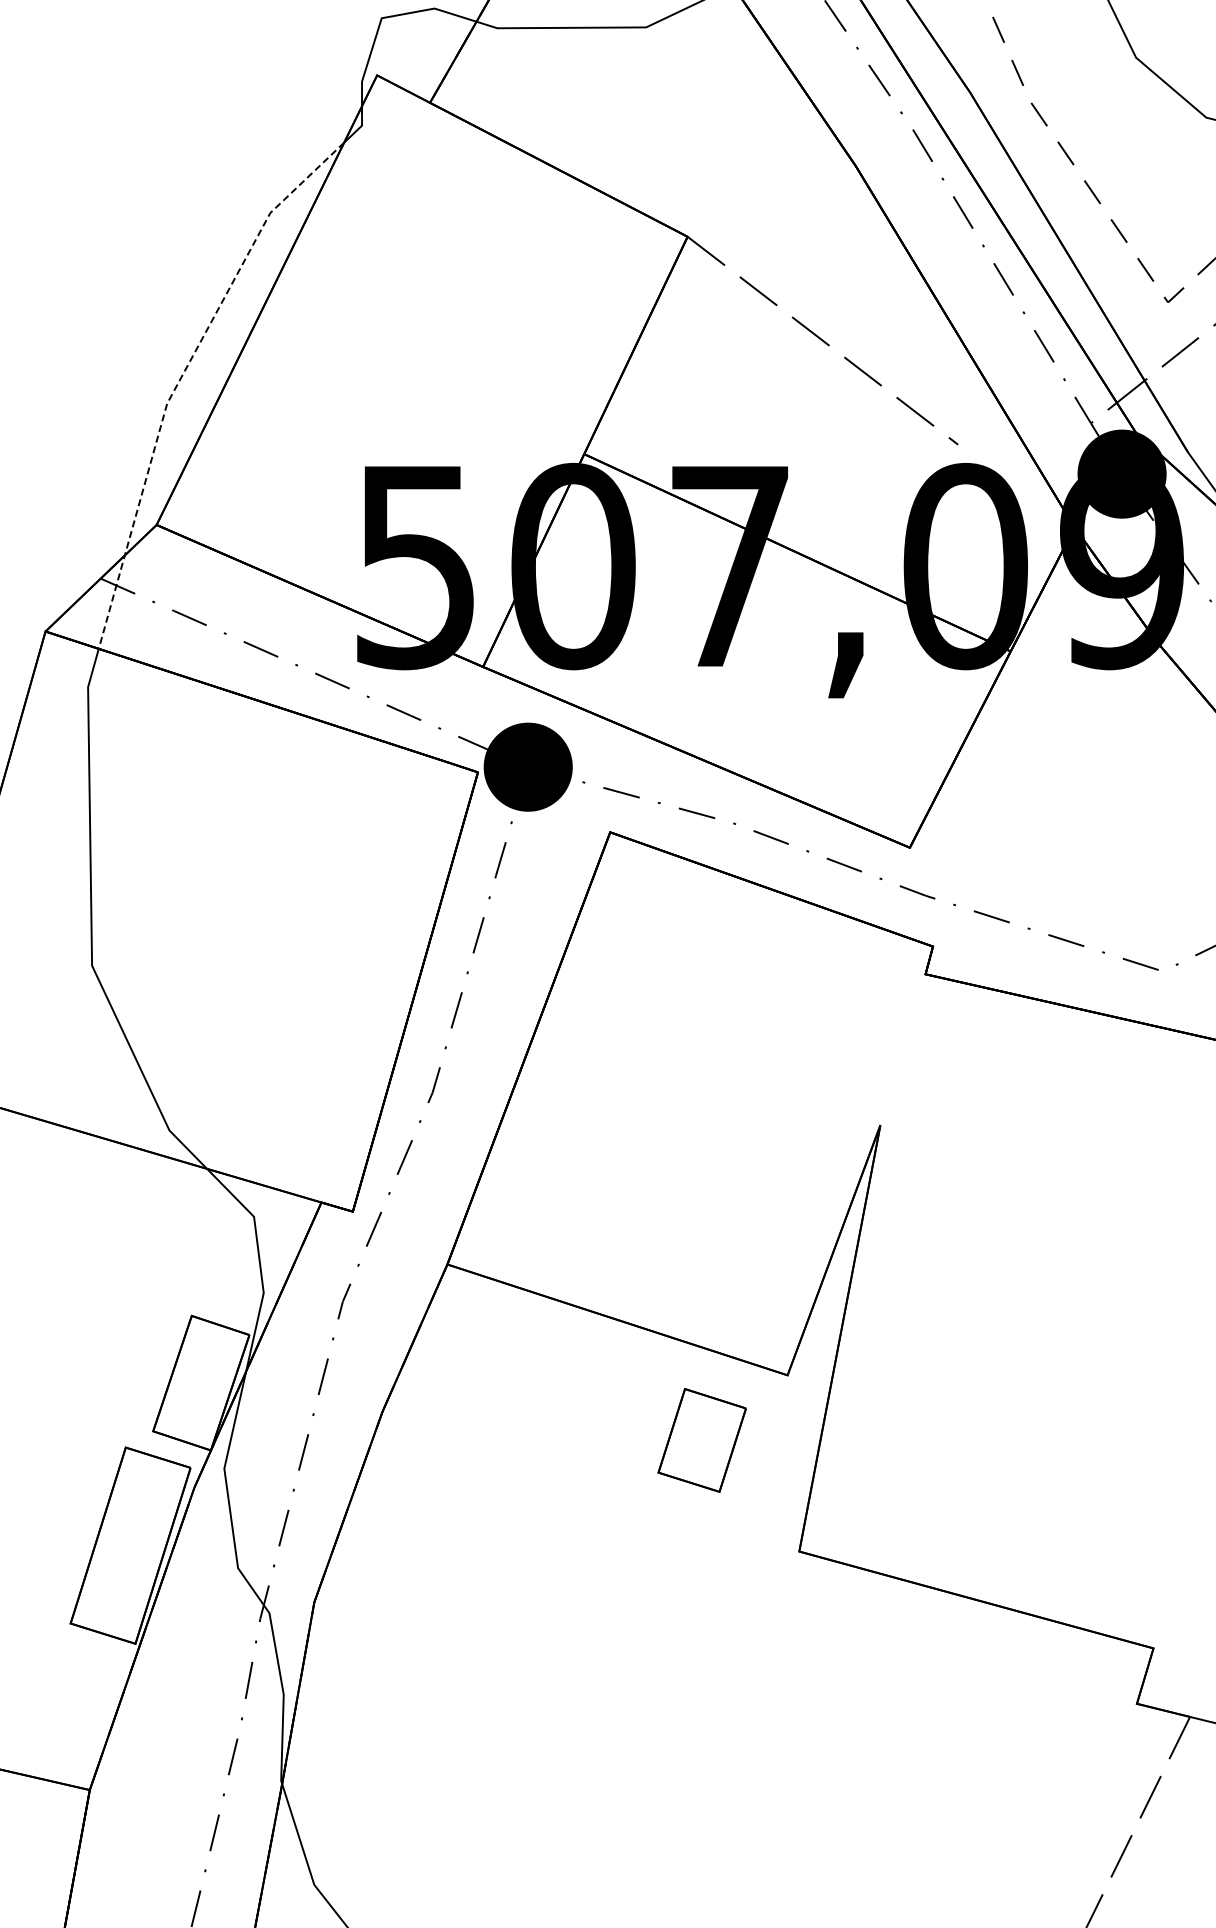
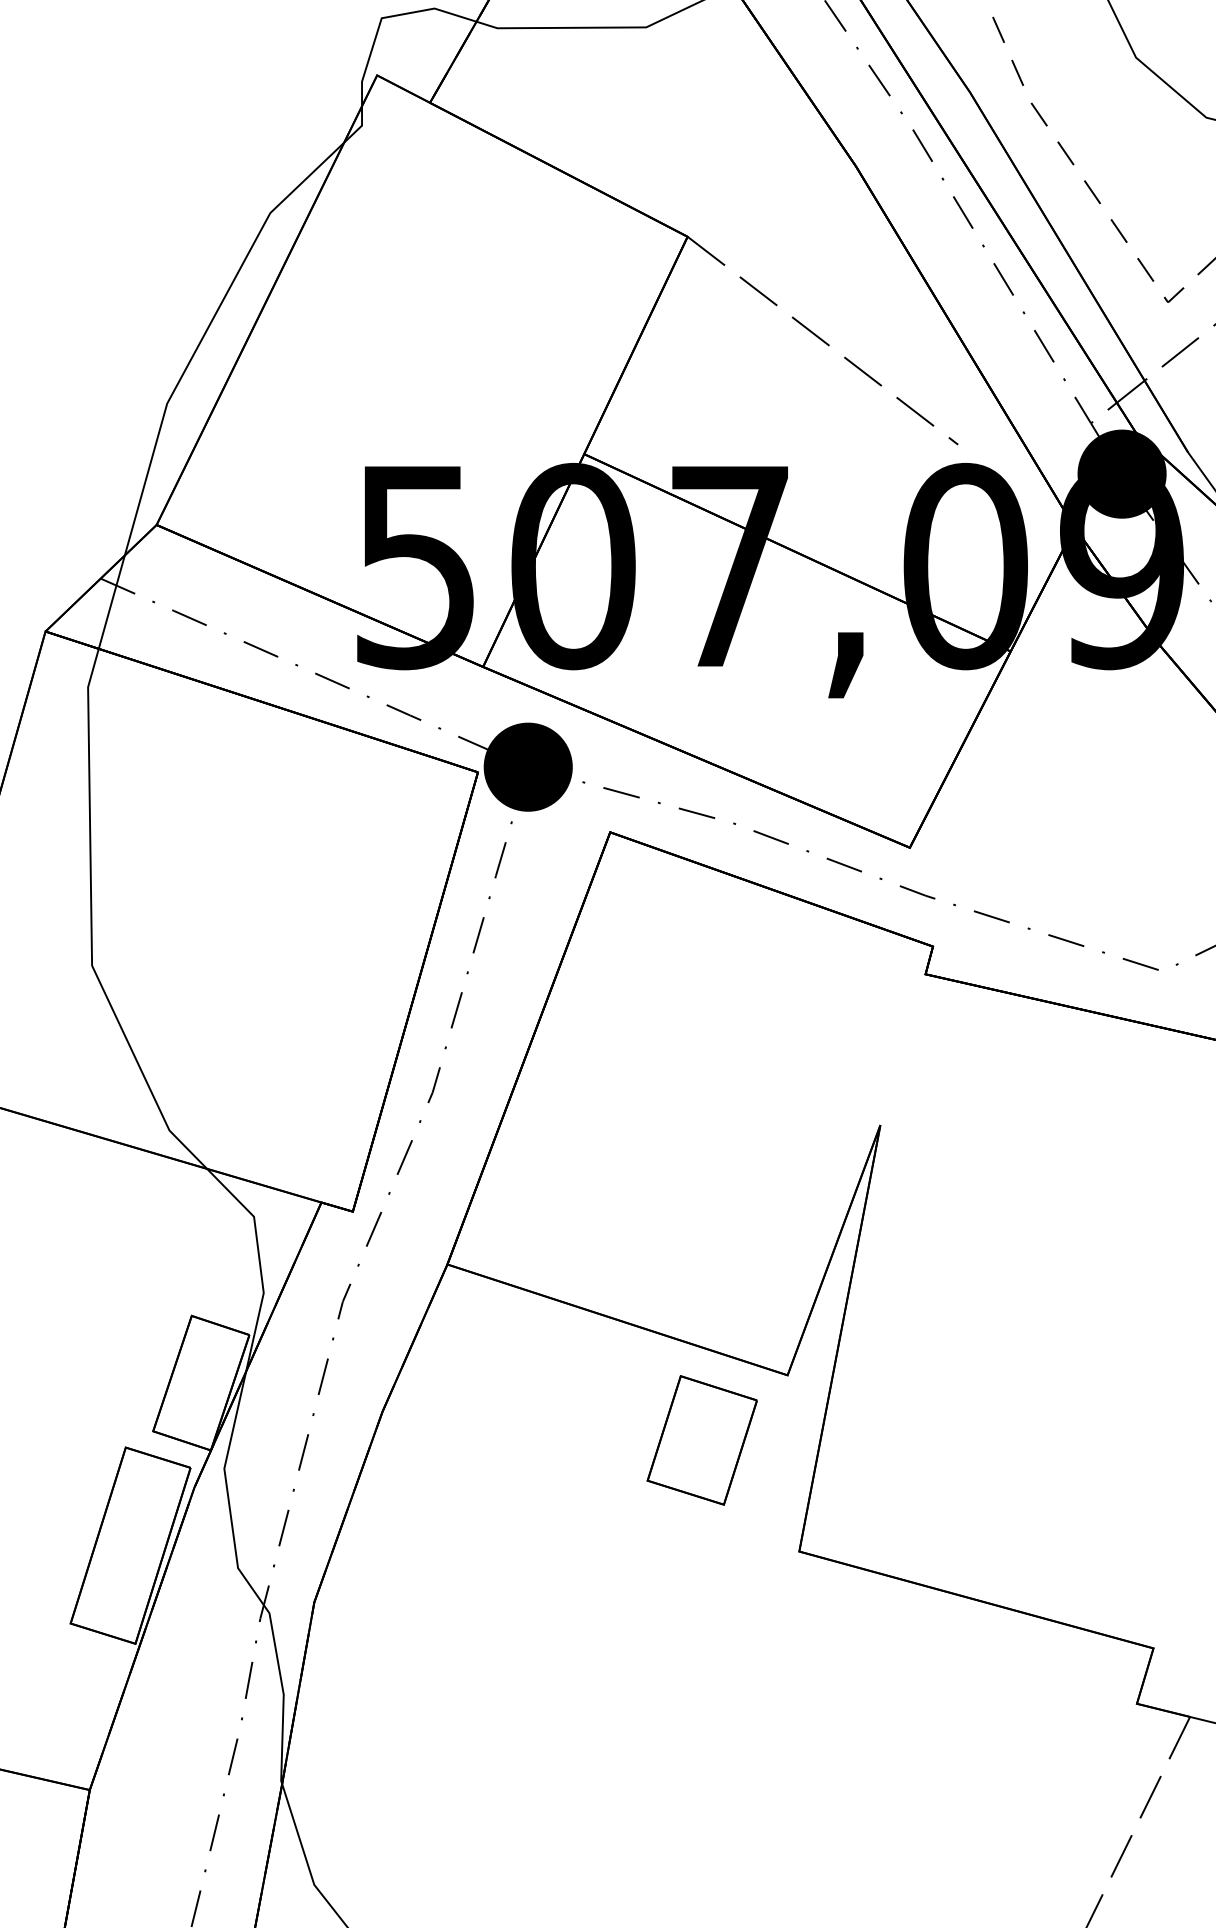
line at (182, 375): dashed -> solid
part at (701, 1440) size: 90x105 px -> 112x131 px
